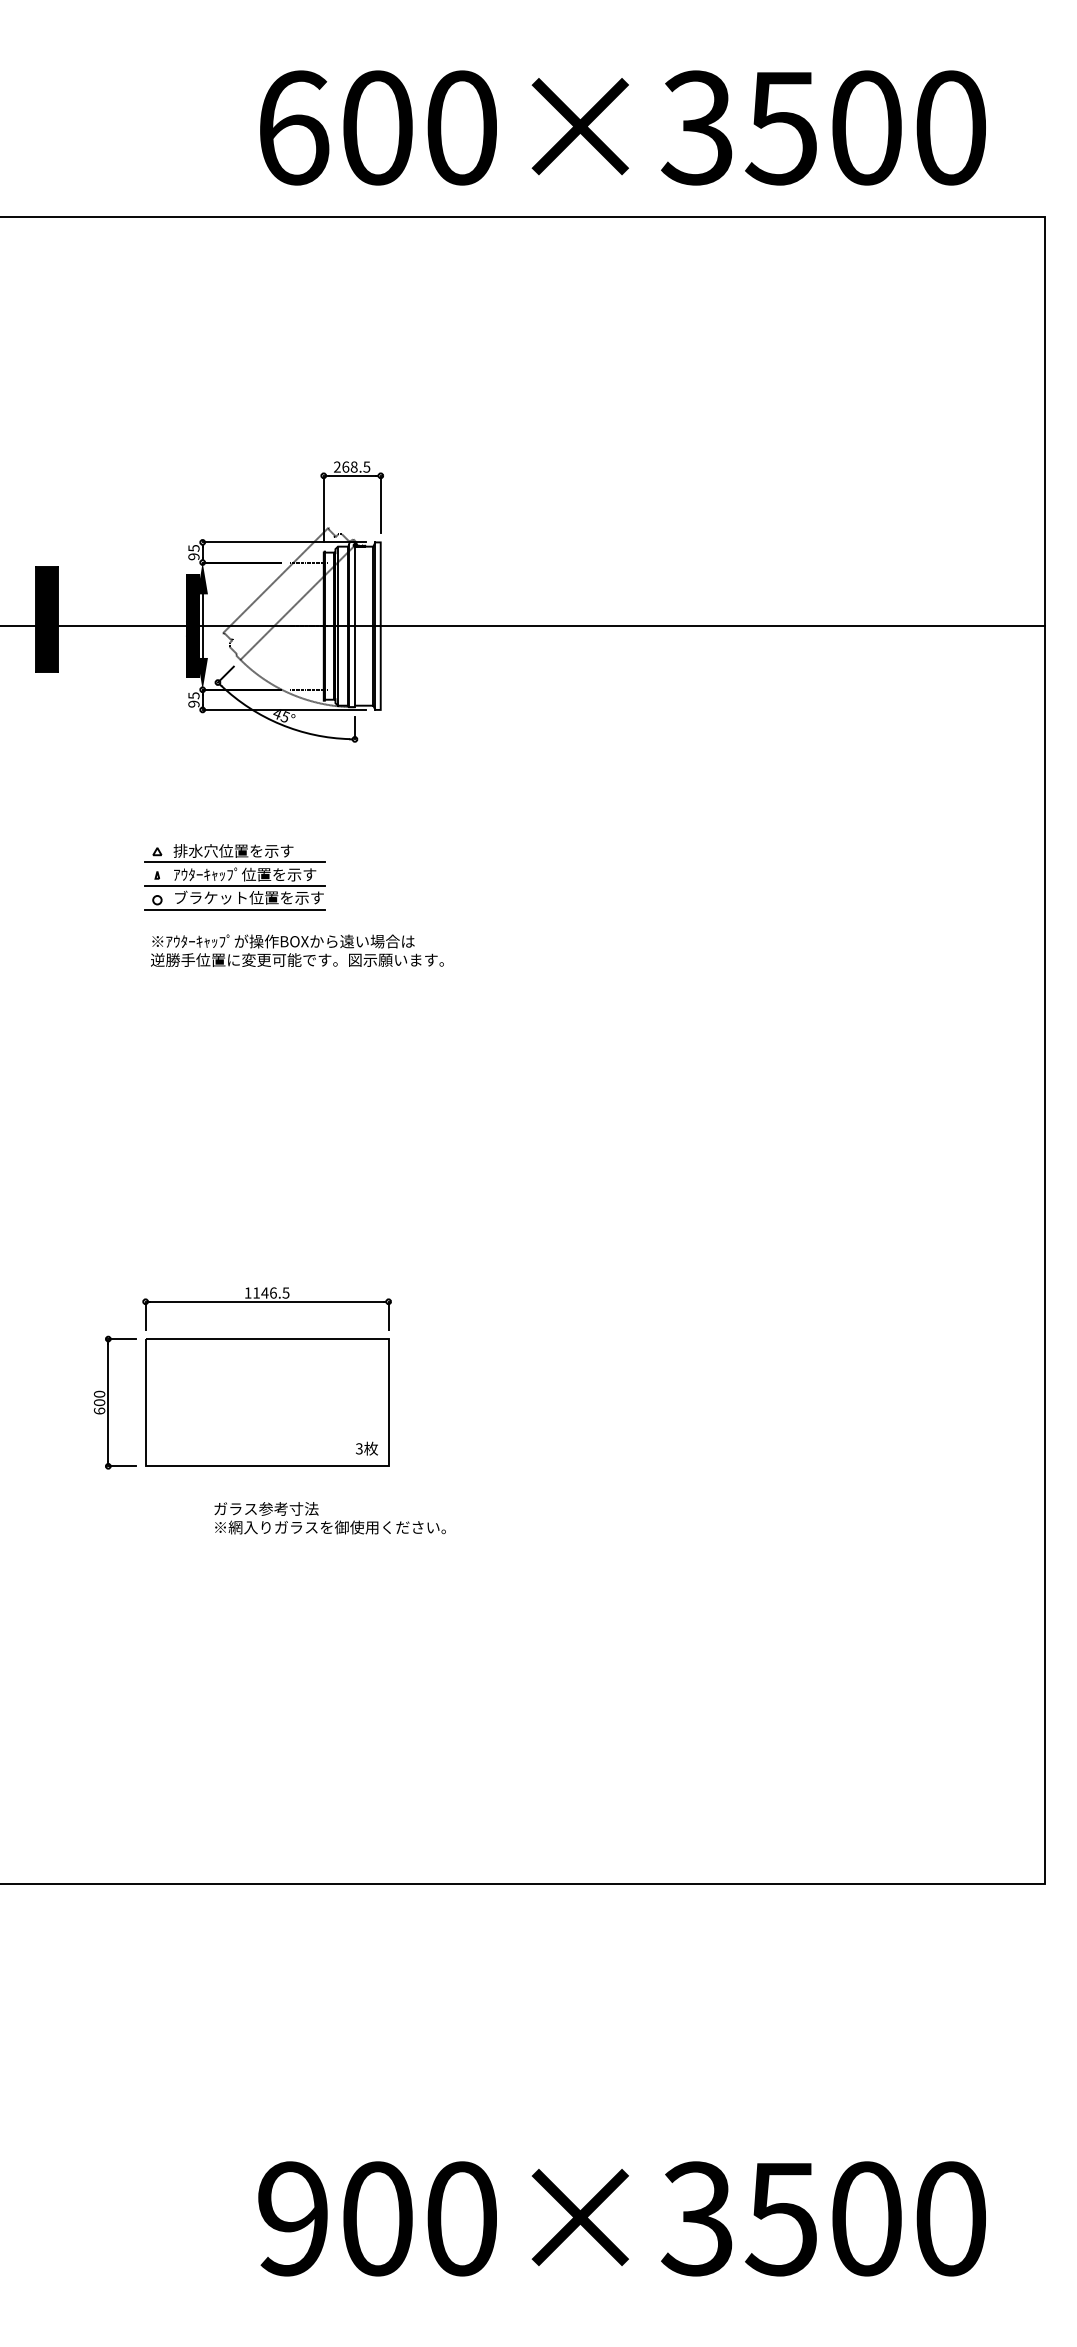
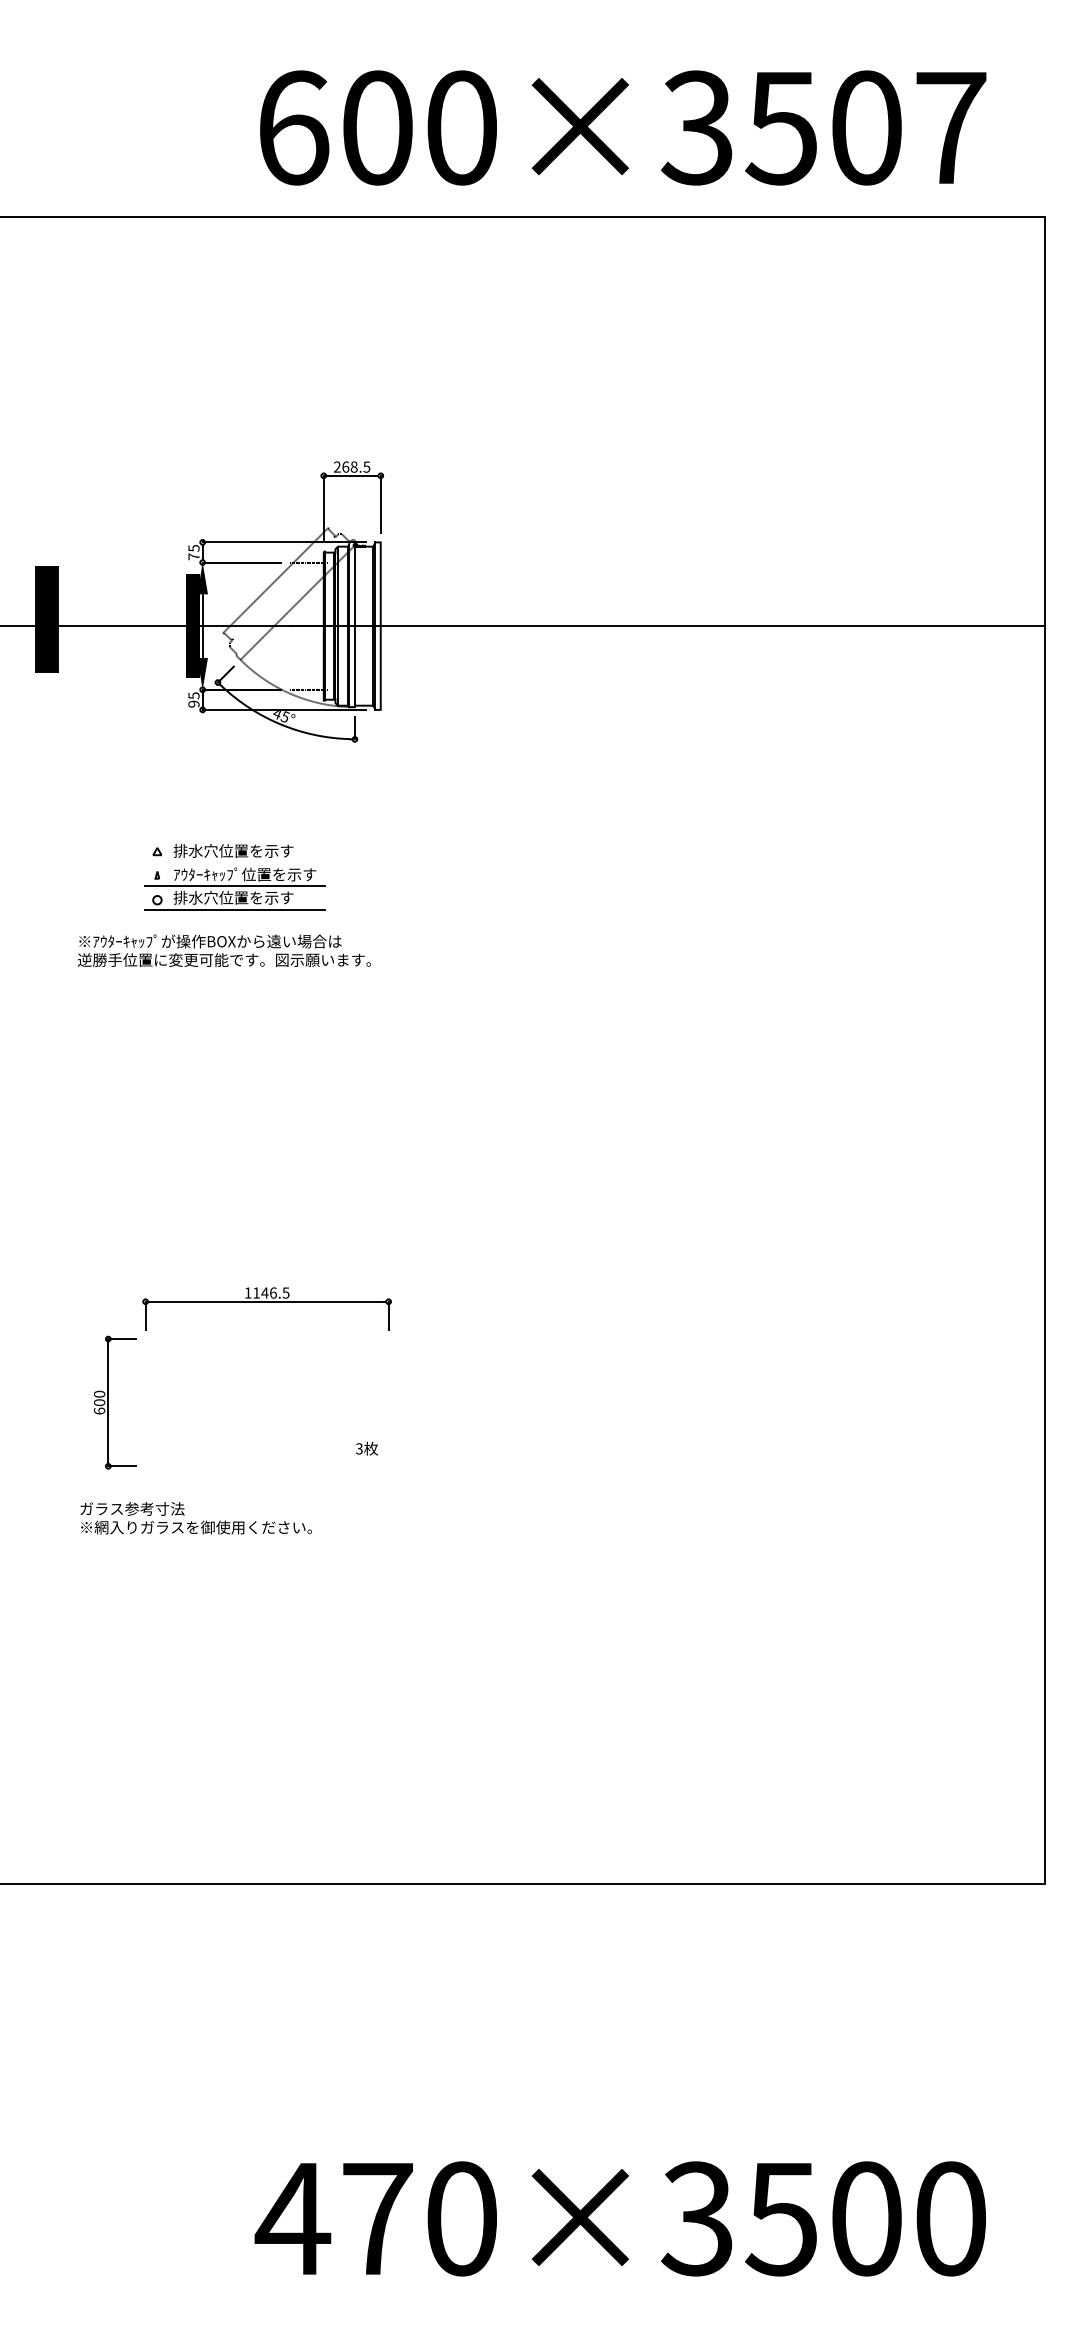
text at (951, 127): 600×3500 -> 600×3507
text at (193, 556): 95 -> 75
line at (234, 861): present -> none
text at (248, 897): ブラケット位置を示す -> 排水穴位置を示す
text at (297, 950) position: (297, 950) -> (224, 950)
part at (267, 1402): present -> none
text at (329, 1518) position: (329, 1518) -> (195, 1518)
text at (333, 2218): 900×3500 -> 470×3500
